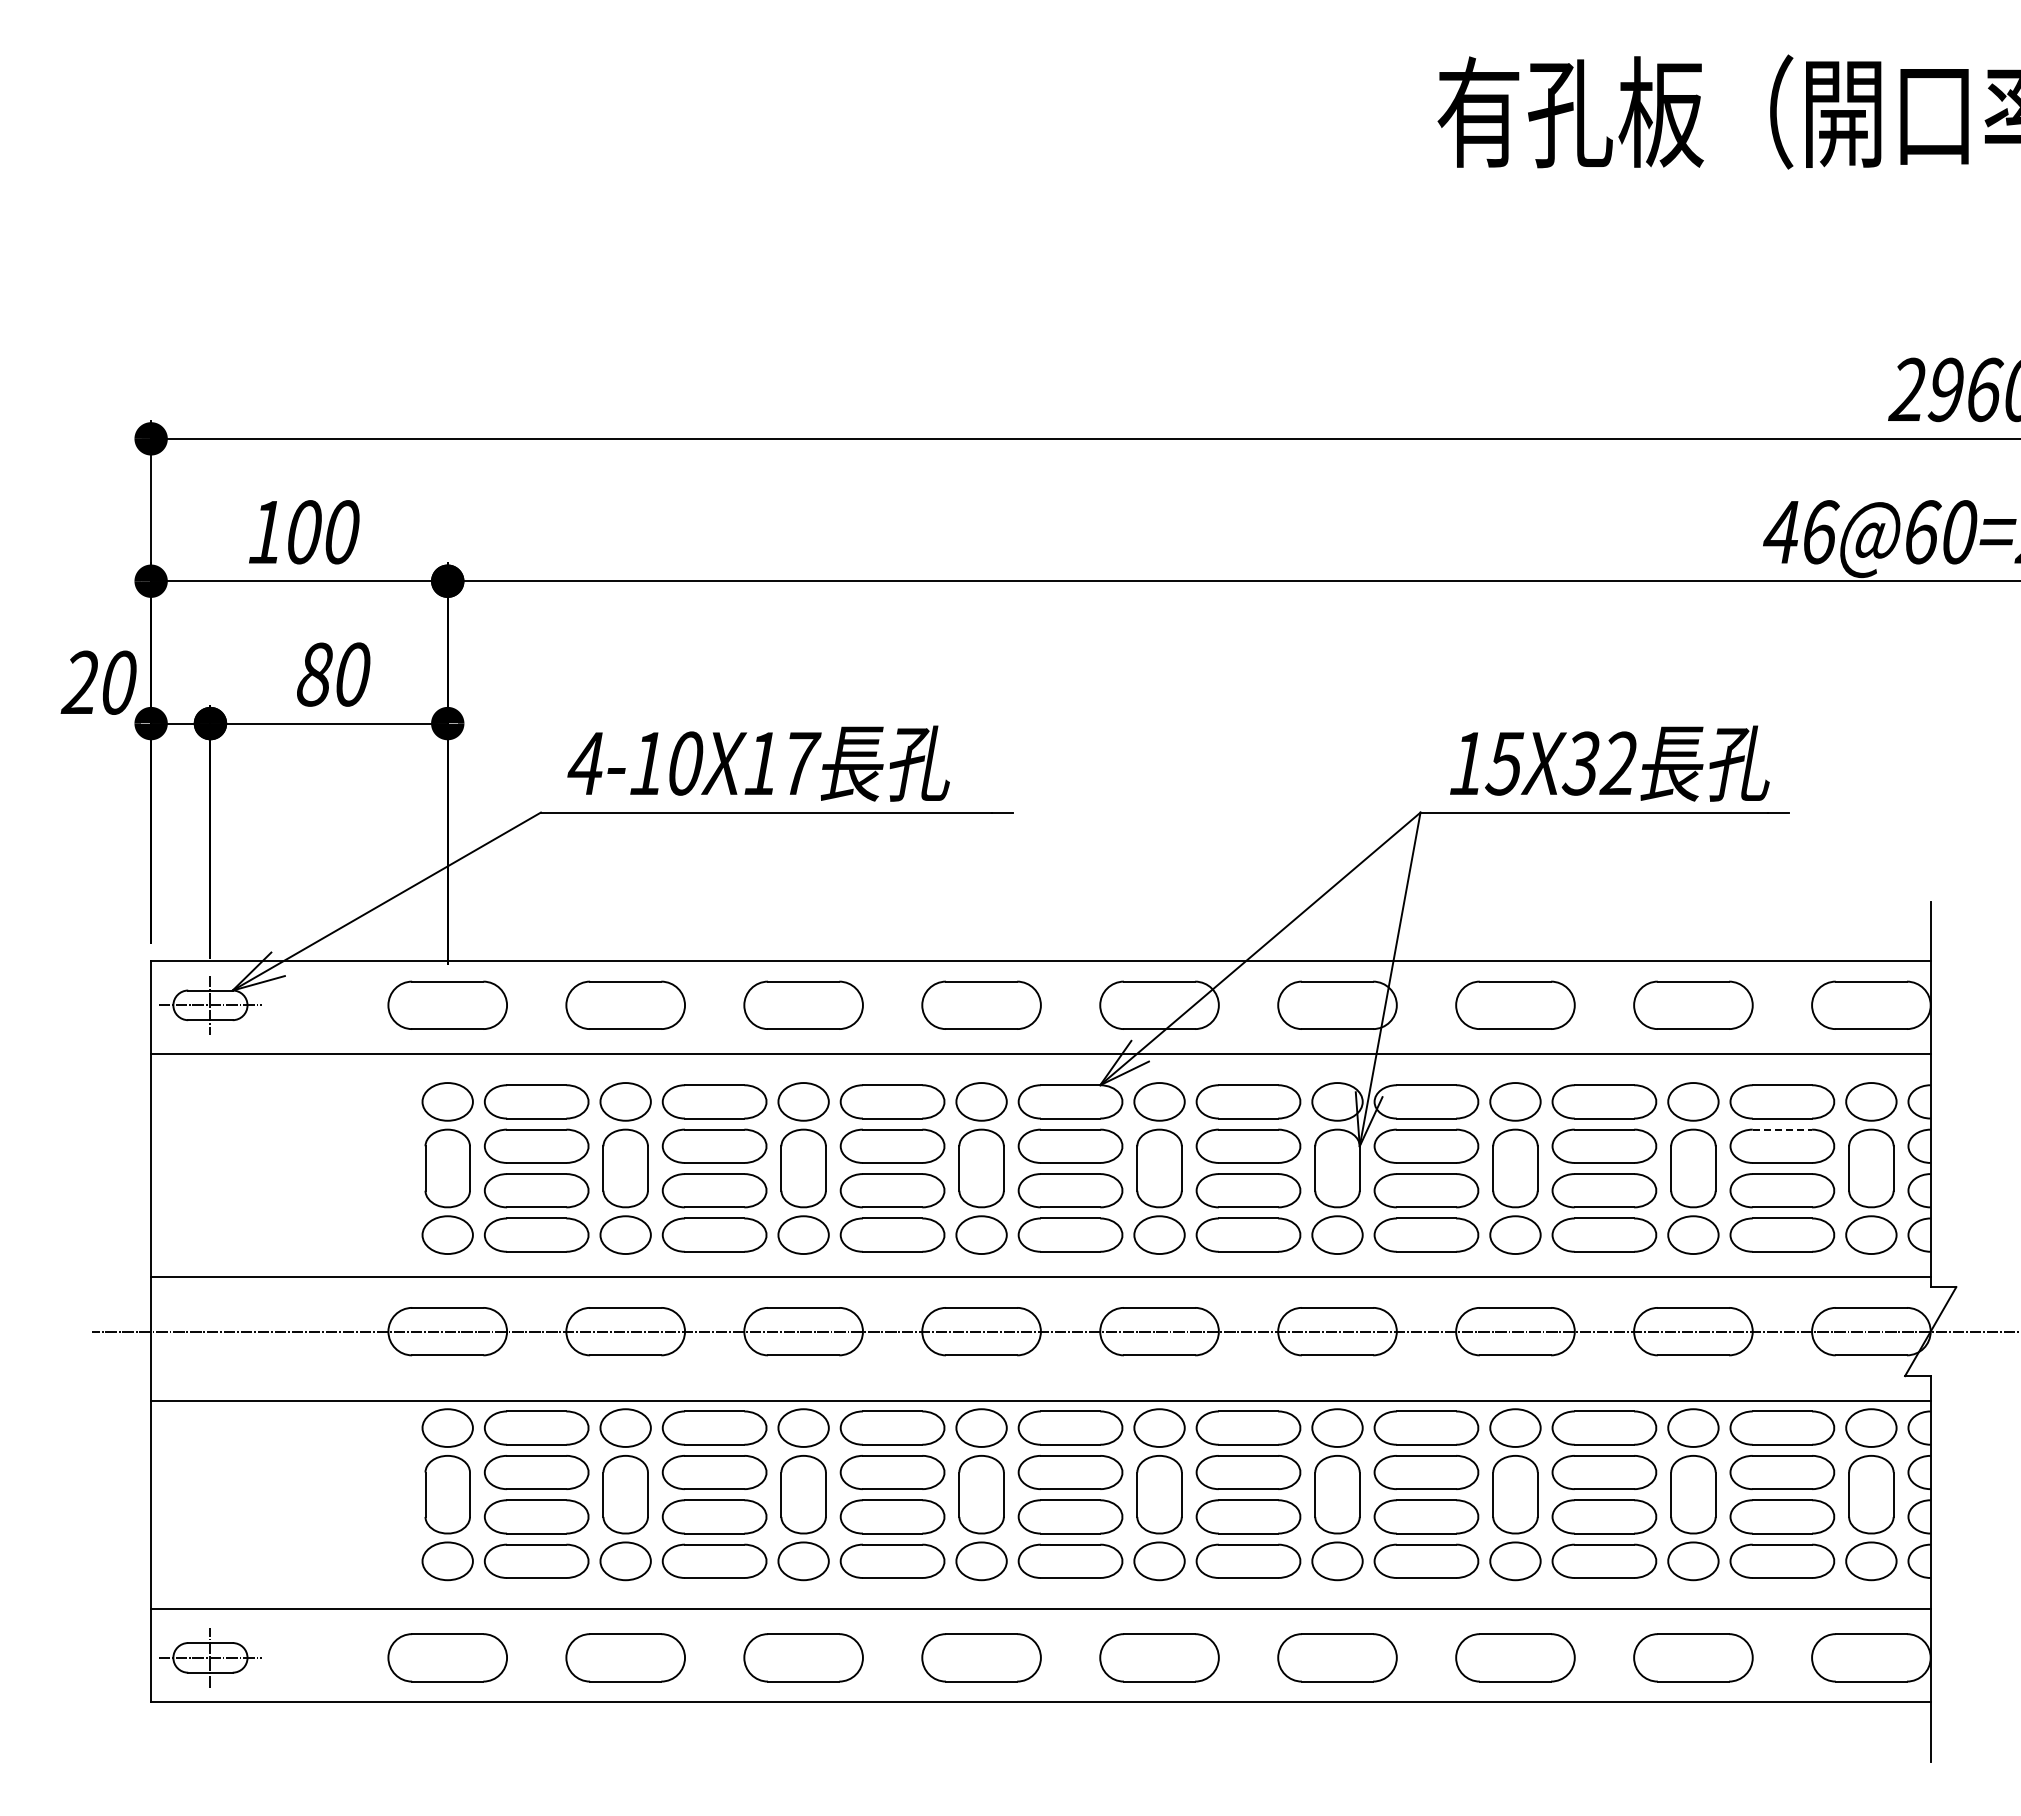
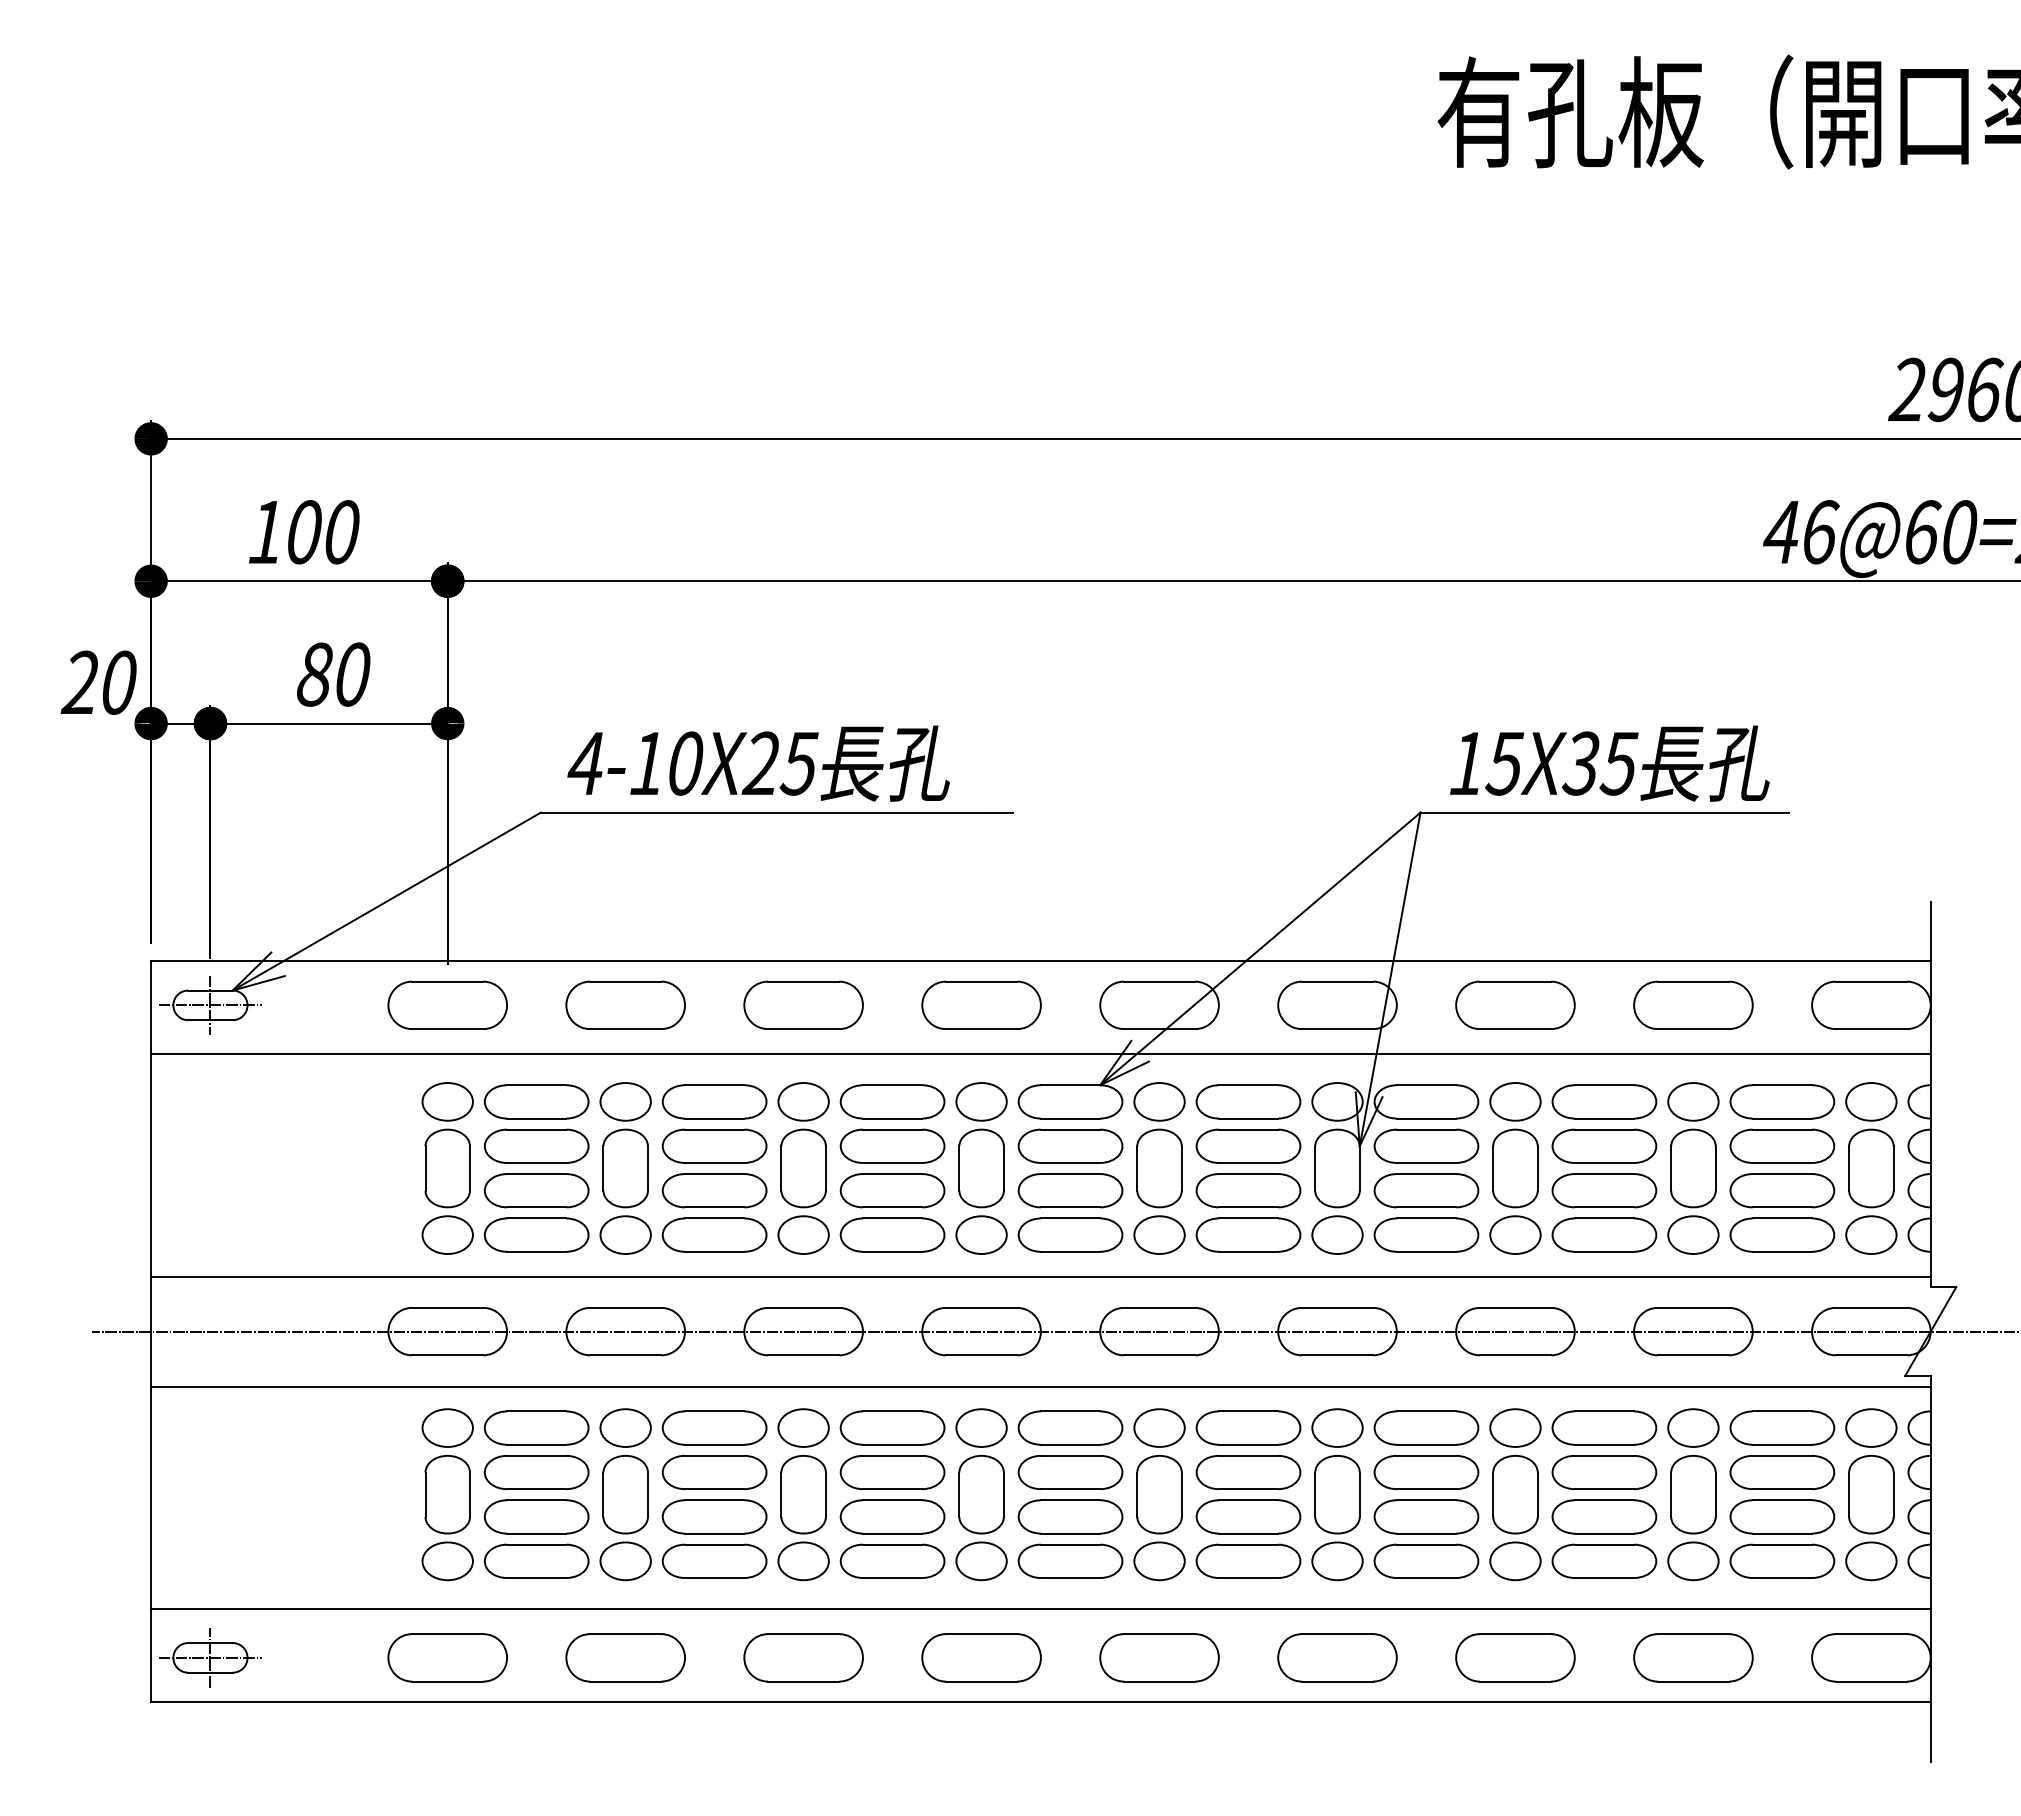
text at (781, 763): 4-10X17 -> 4-10X25
text at (1618, 763): 15X32 -> 15X35
line at (1782, 1129): dashed -> solid
line at (1040, 1400) position: (1040, 1400) -> (1040, 1386)
